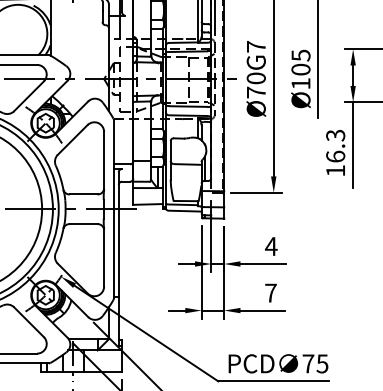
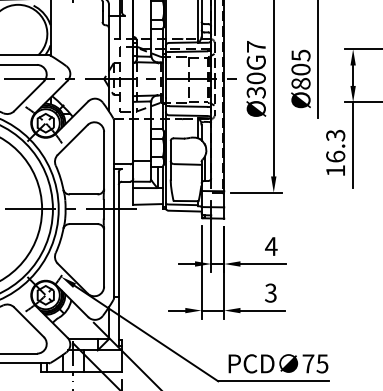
text at (300, 83): Ø105 -> Ø805
text at (255, 92): Ø70G7 -> Ø30G7
text at (270, 292): 7 -> 3
